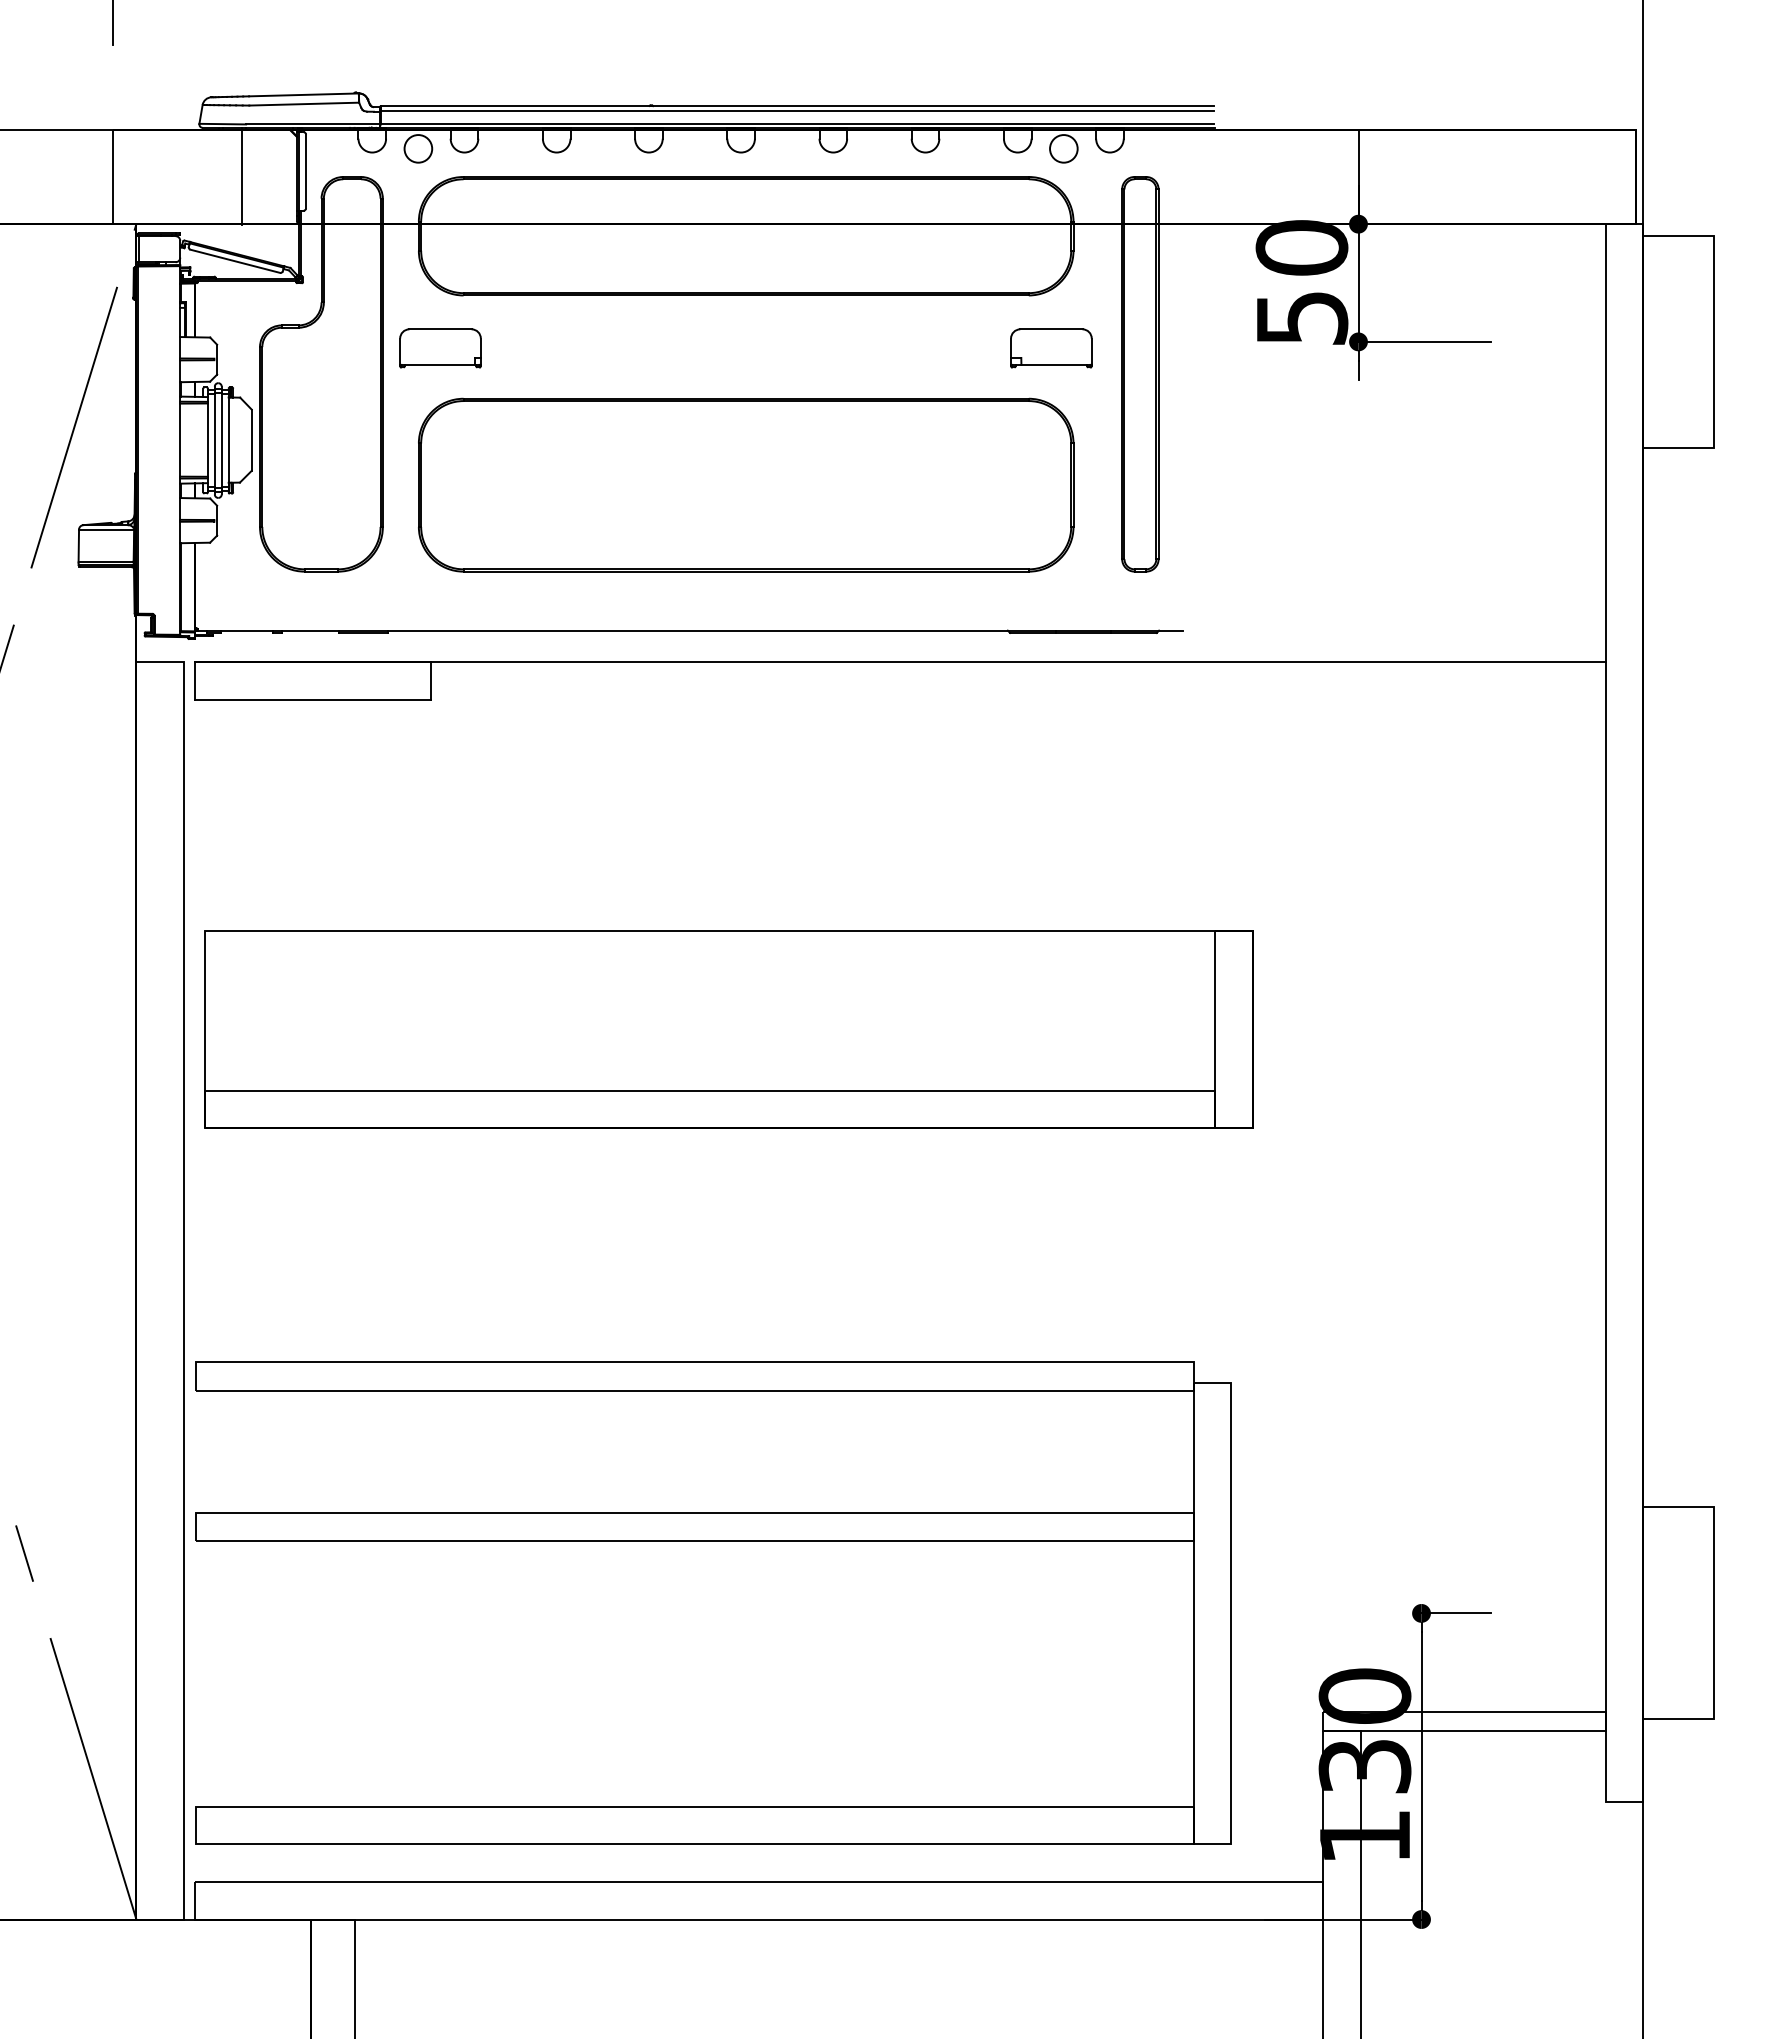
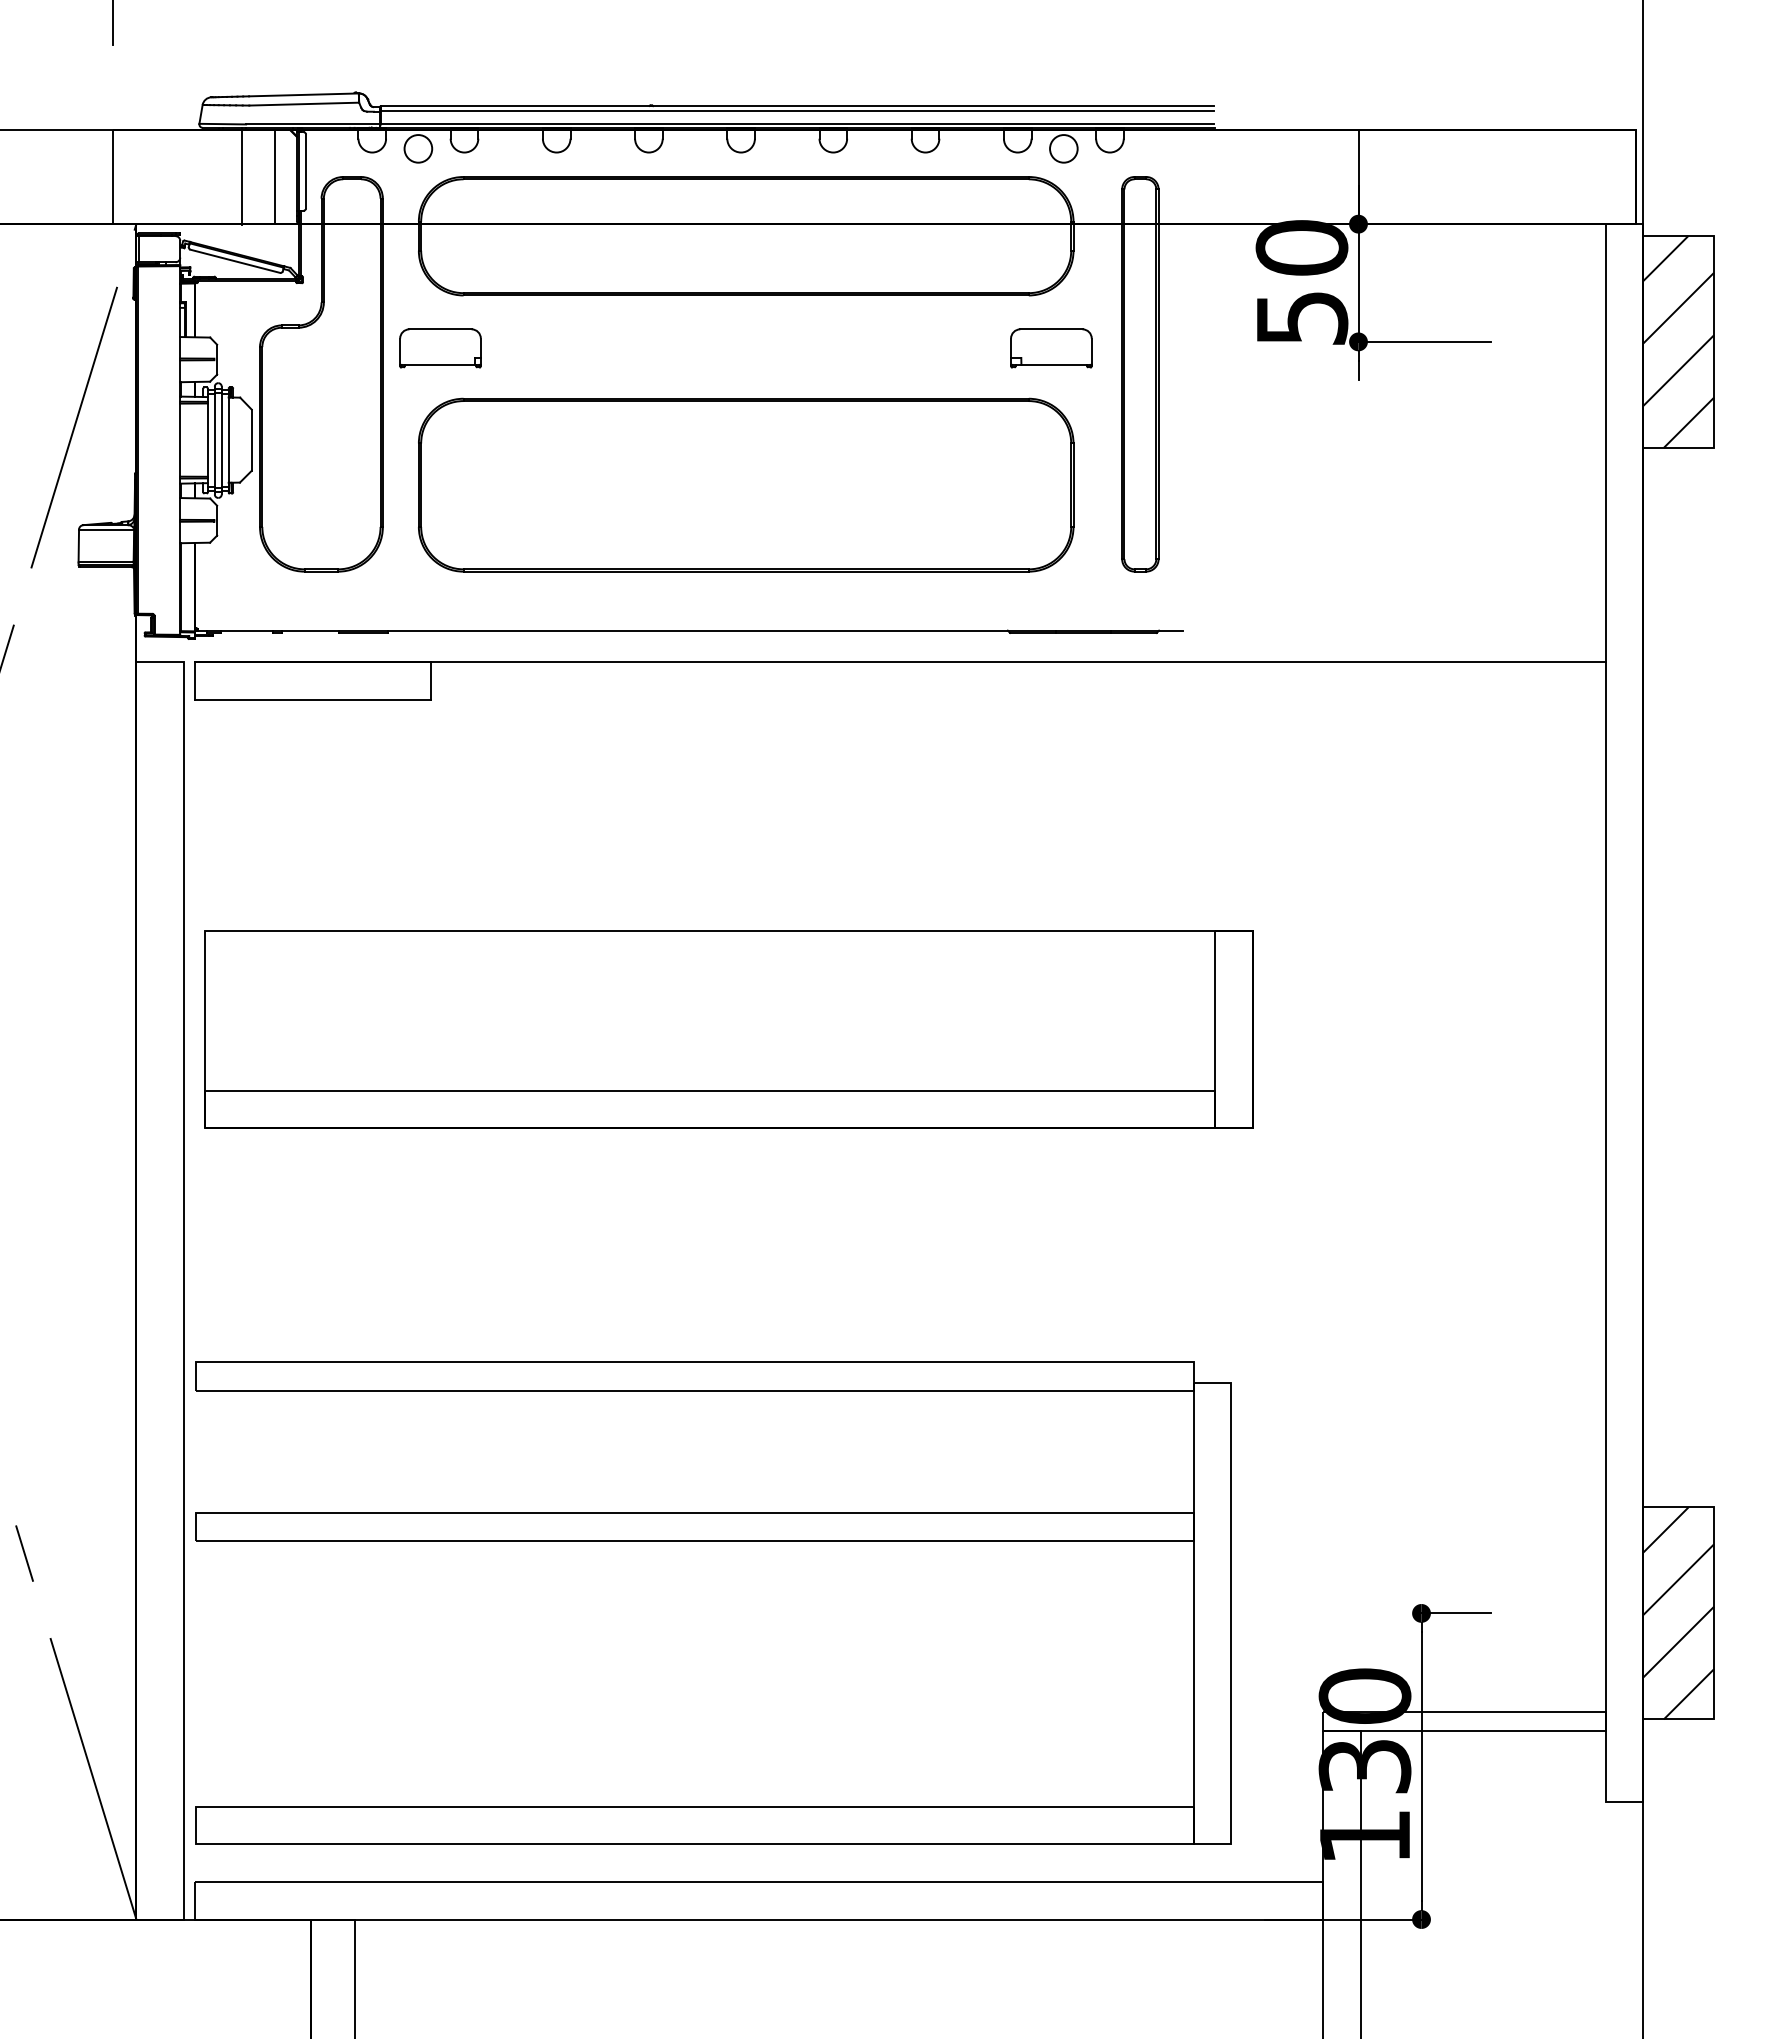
line at (275, 176): none -> present
hatch at (1678, 341): none -> present
hatch at (1678, 1613): none -> present
